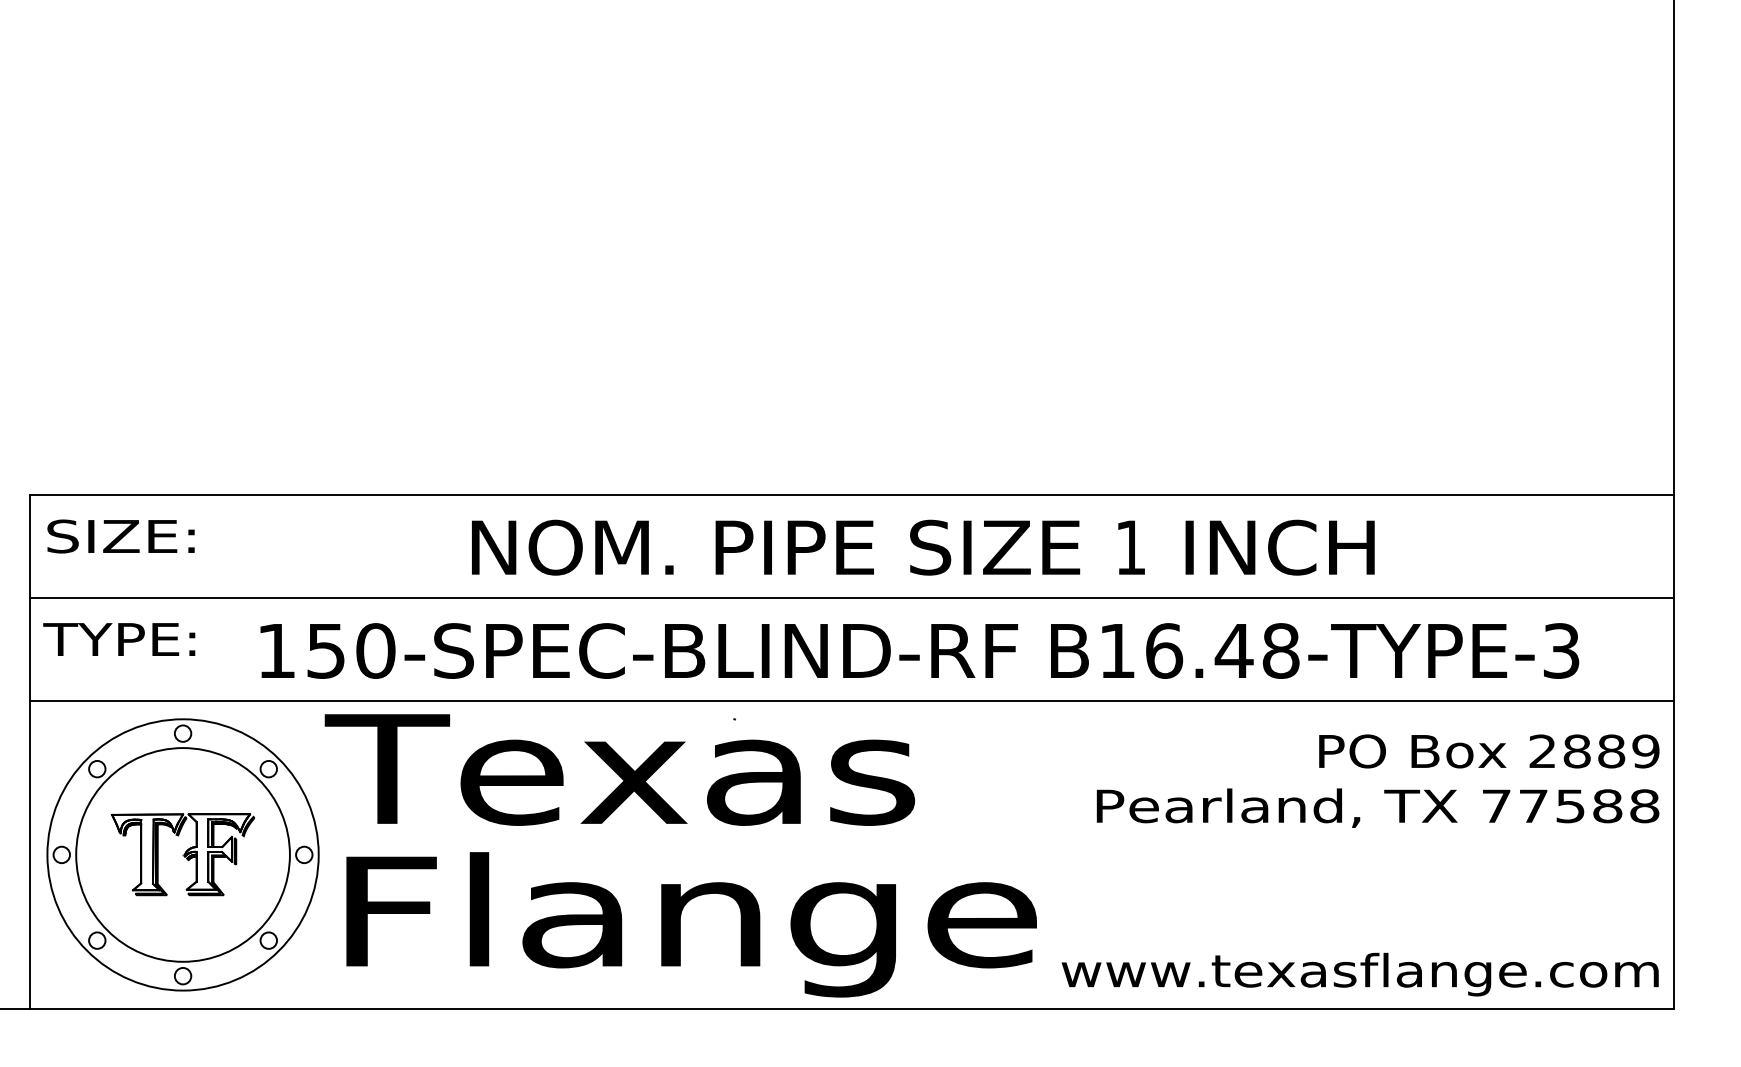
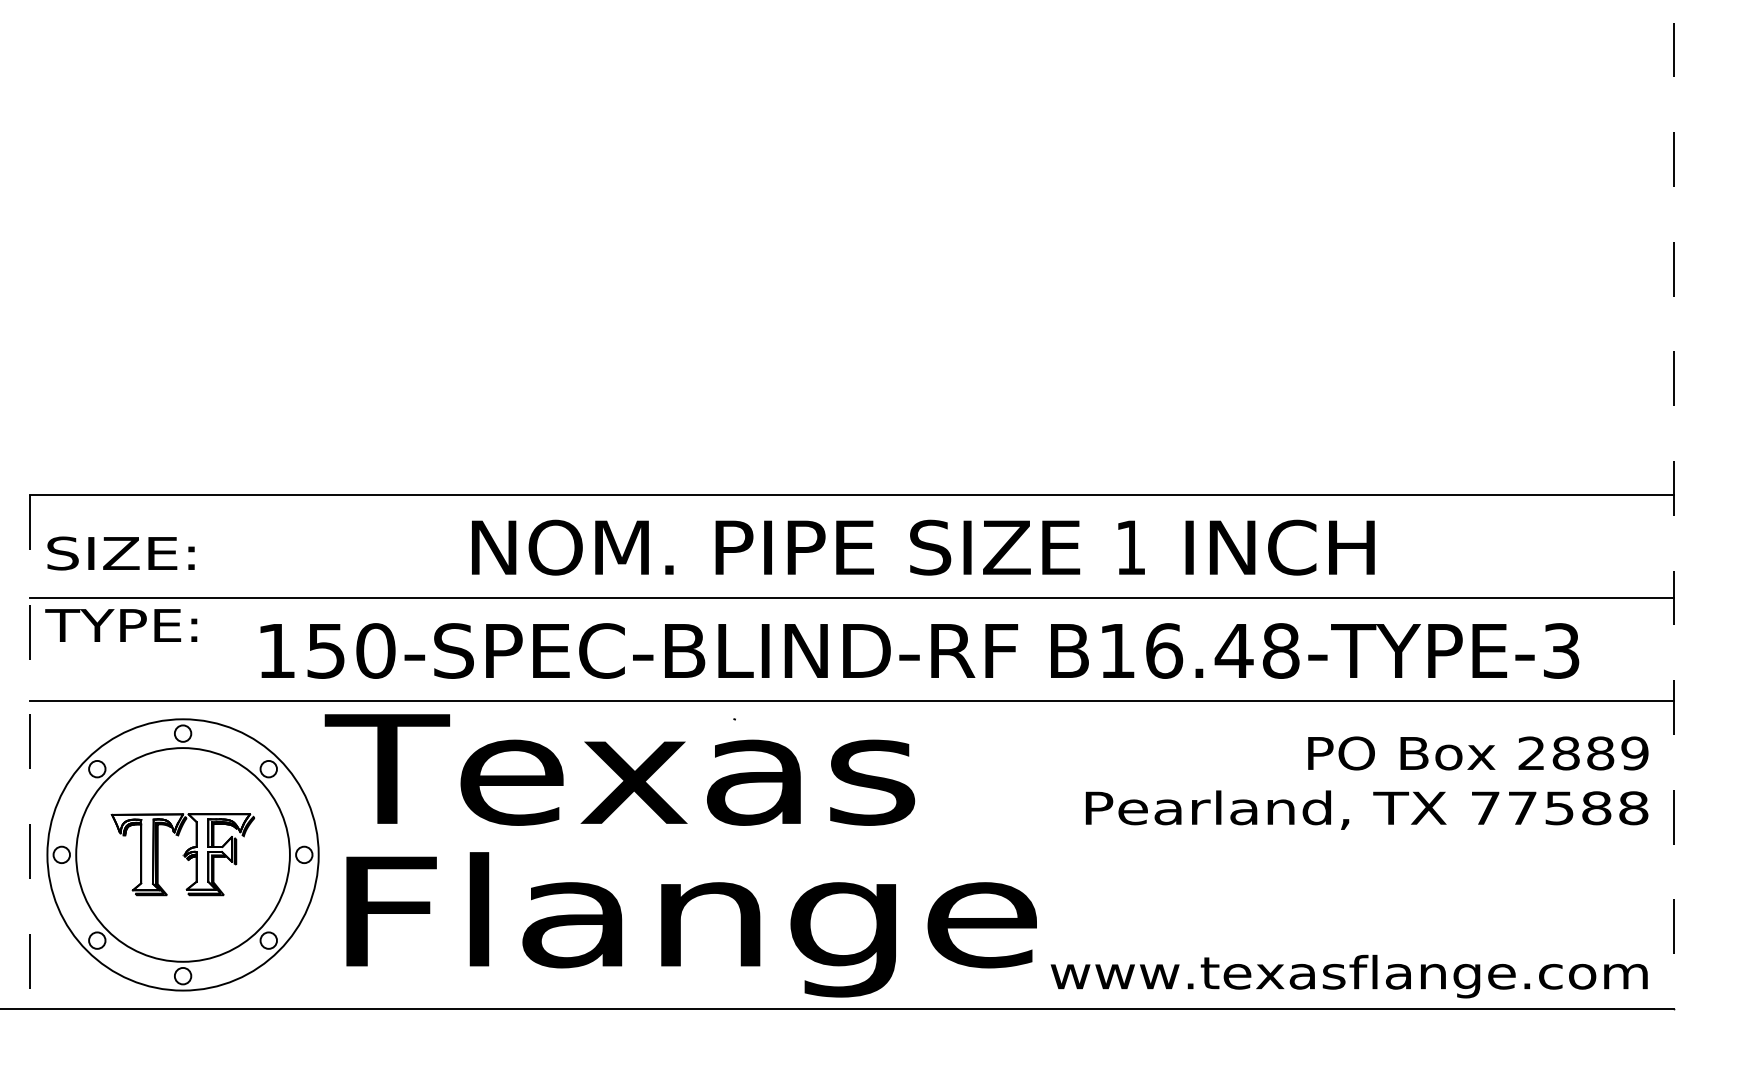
line at (1673, 505): solid -> dashed
text at (120, 536) position: (120, 536) -> (120, 553)
text at (119, 639) position: (119, 639) -> (121, 625)
line at (29, 752): solid -> dashed
text at (1360, 865) position: (1360, 865) -> (1349, 867)
